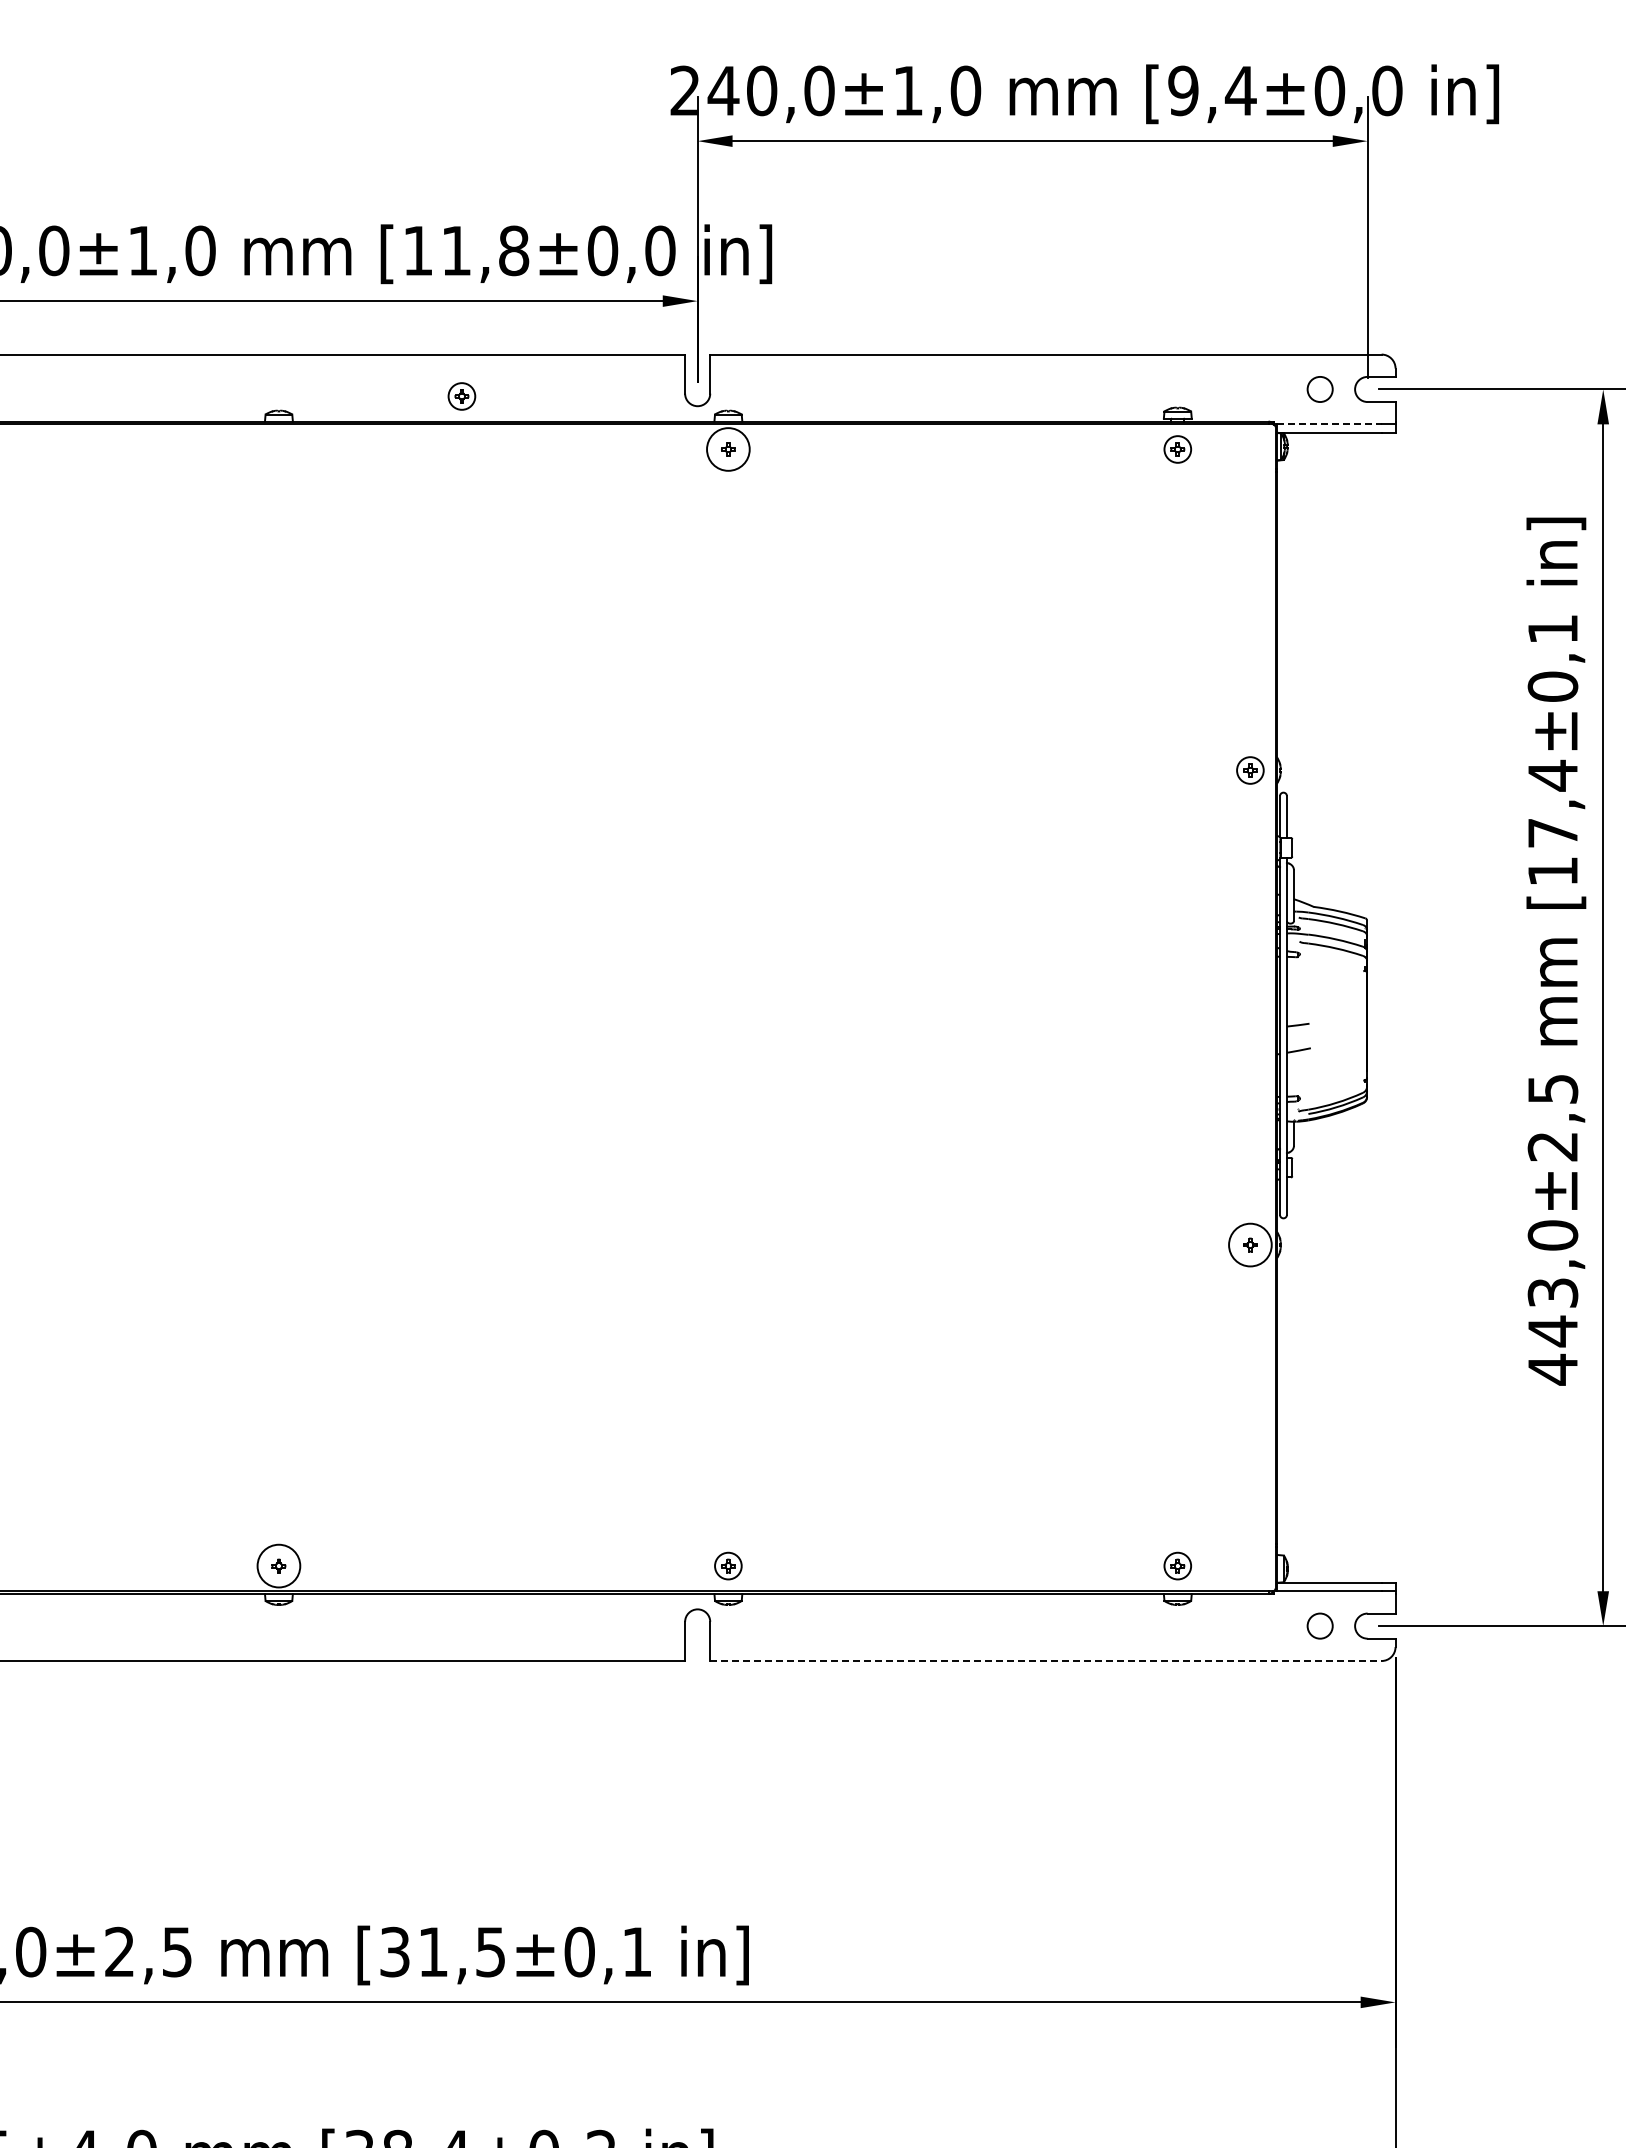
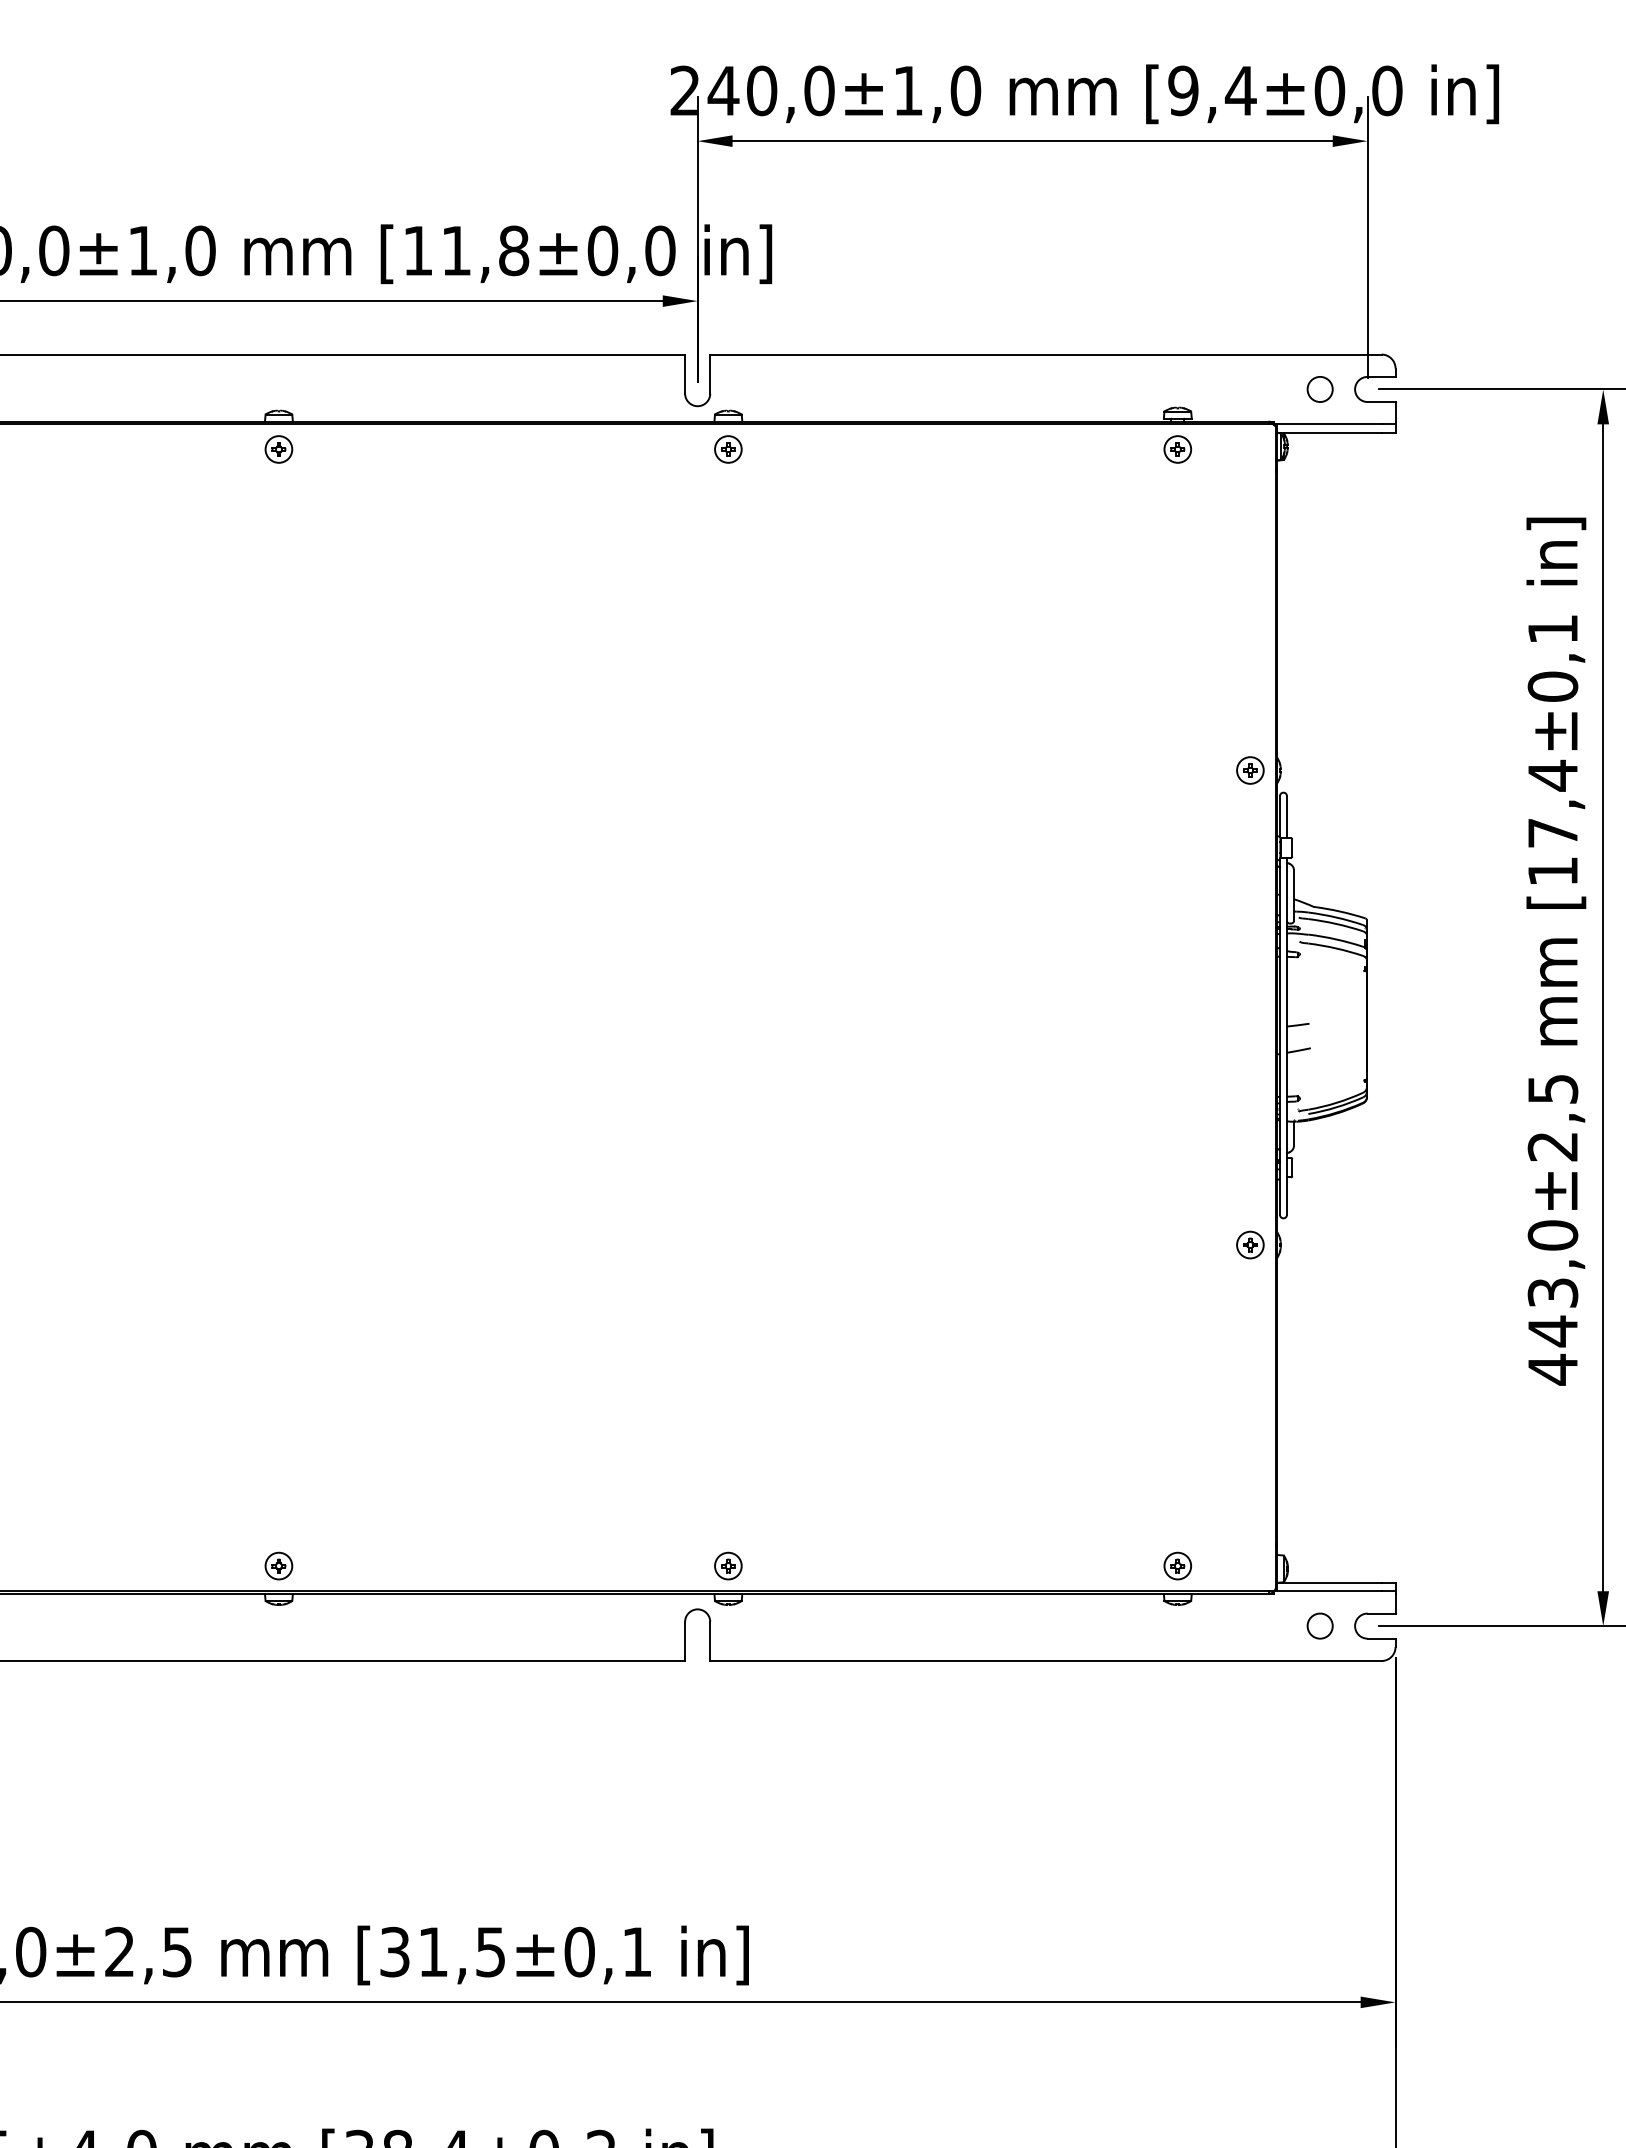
part at (461, 396) position: (461, 396) -> (278, 449)
line at (1329, 424): dashed -> solid
circle at (728, 449) diameter: 43 px -> 27 px
circle at (1250, 1244) diameter: 43 px -> 27 px
circle at (278, 1565) diameter: 43 px -> 27 px
line at (1045, 1661): dashed -> solid
